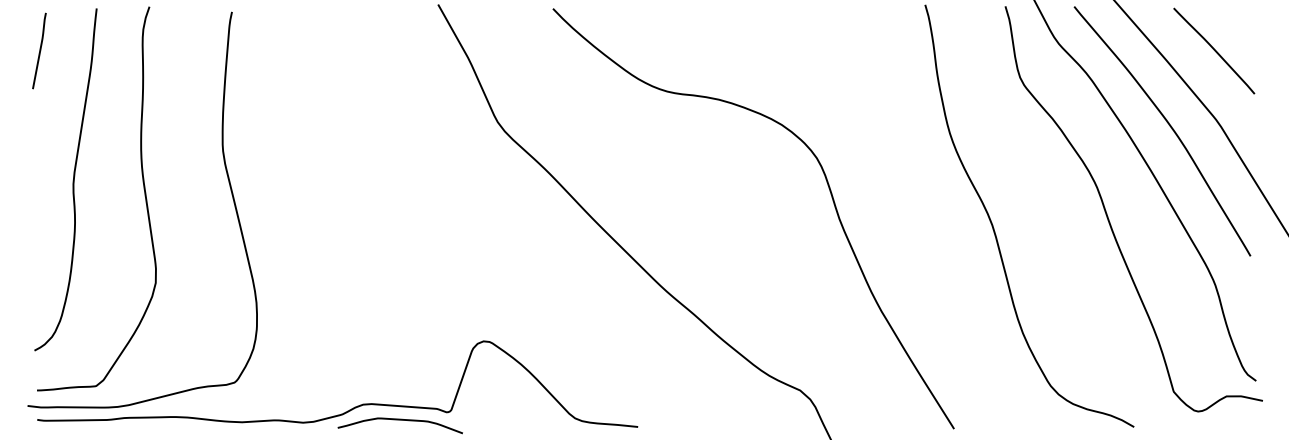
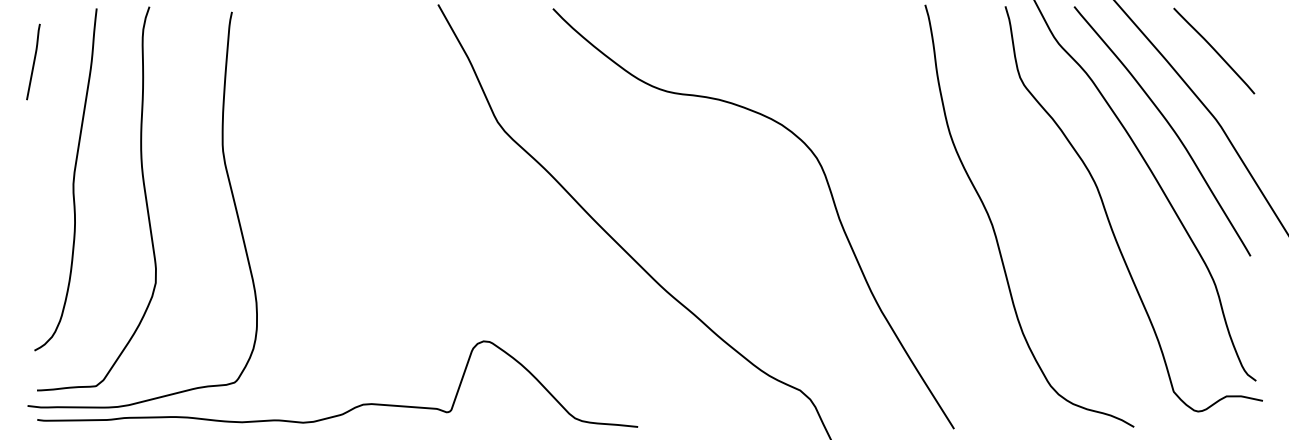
curve at (39, 50) position: (39, 50) -> (33, 61)
curve at (399, 420): present -> none
